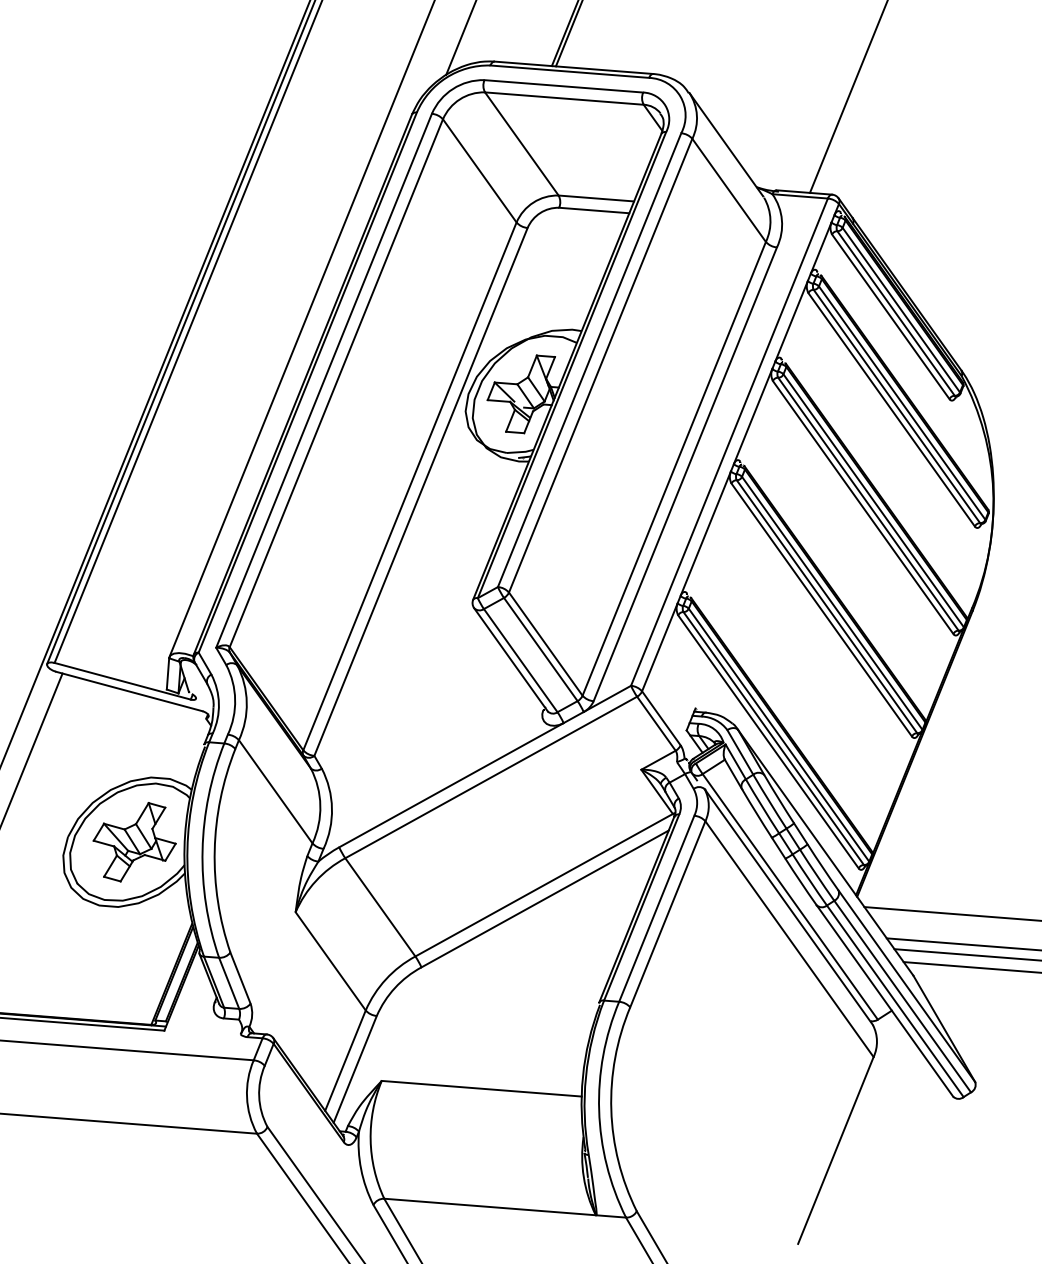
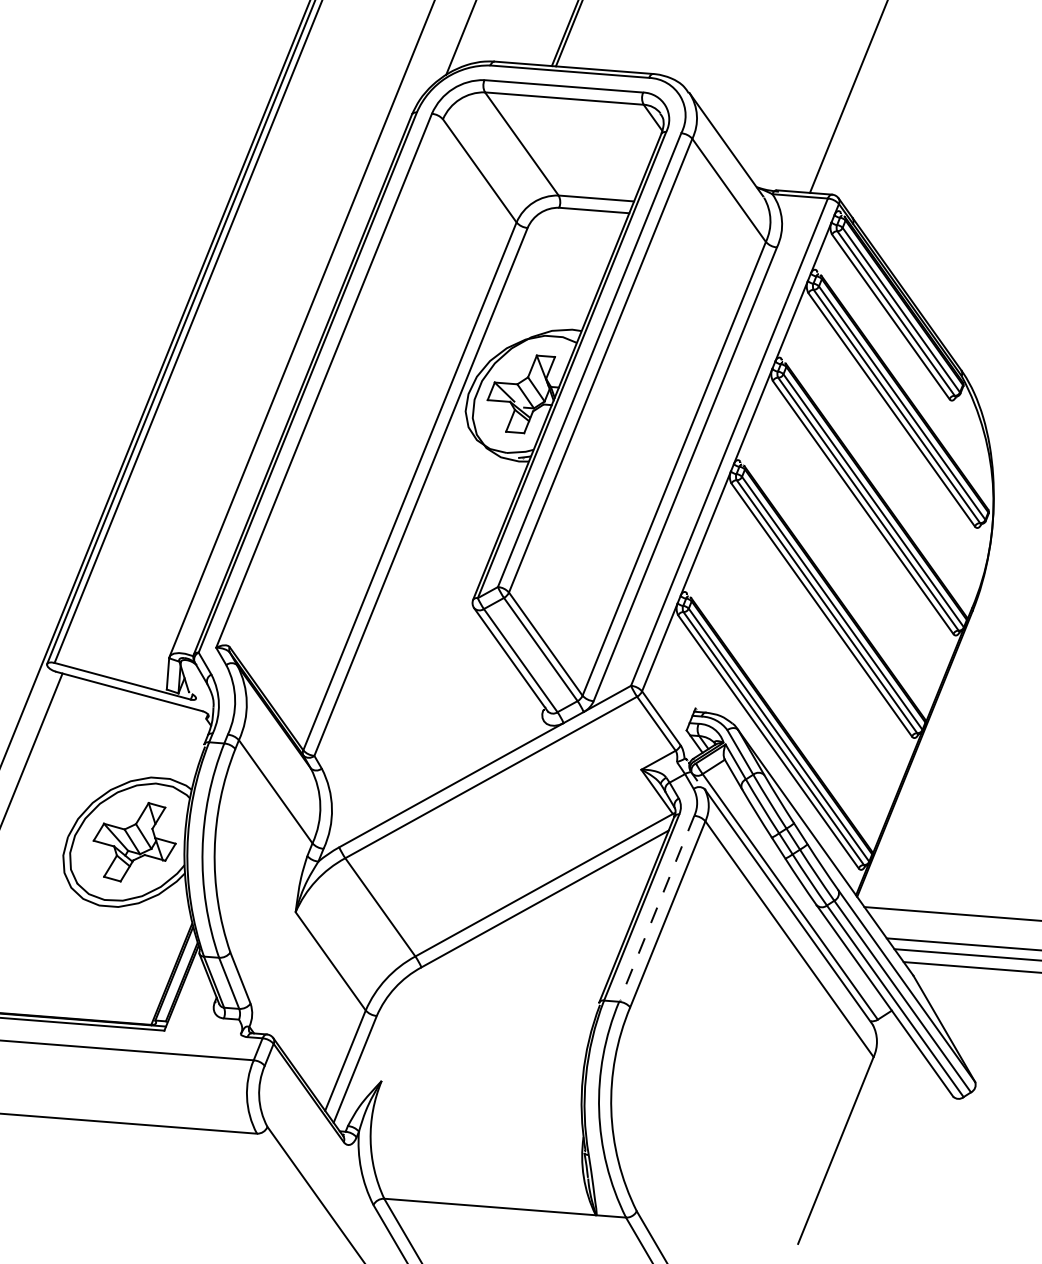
line at (335, 383): present -> none
line at (656, 909): solid -> dashed
line at (481, 1088): present -> none
line at (302, 1196): present -> none
